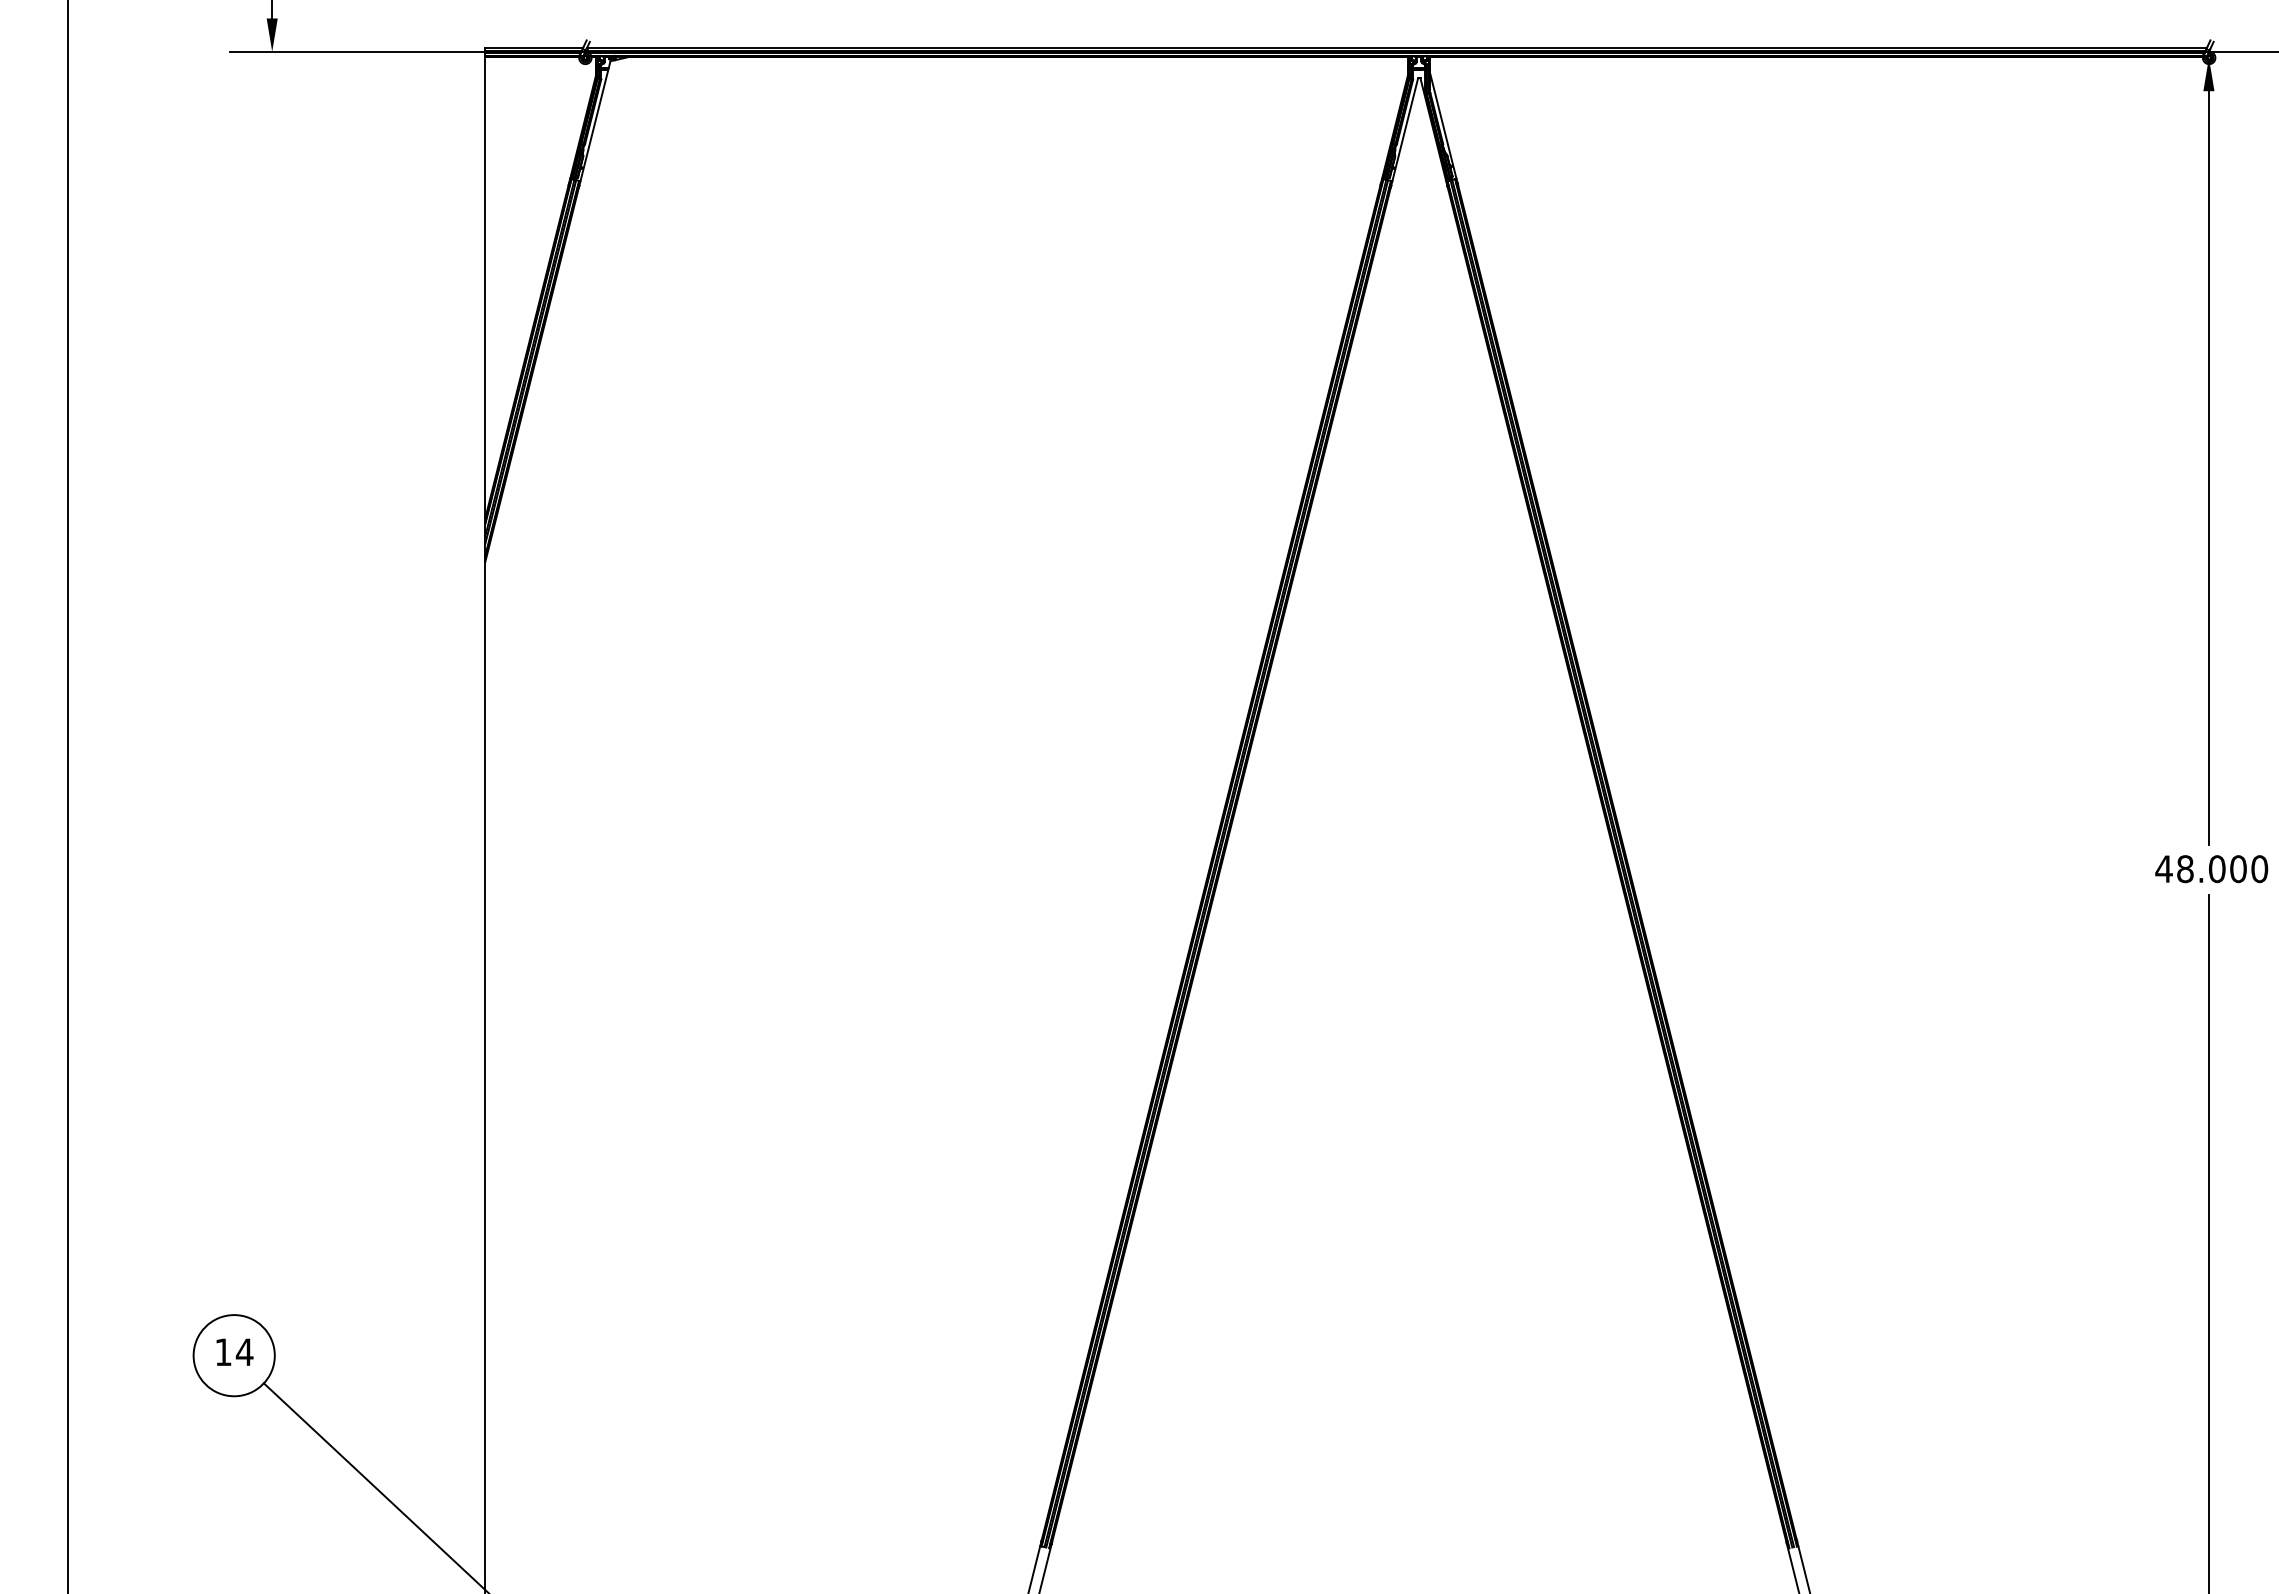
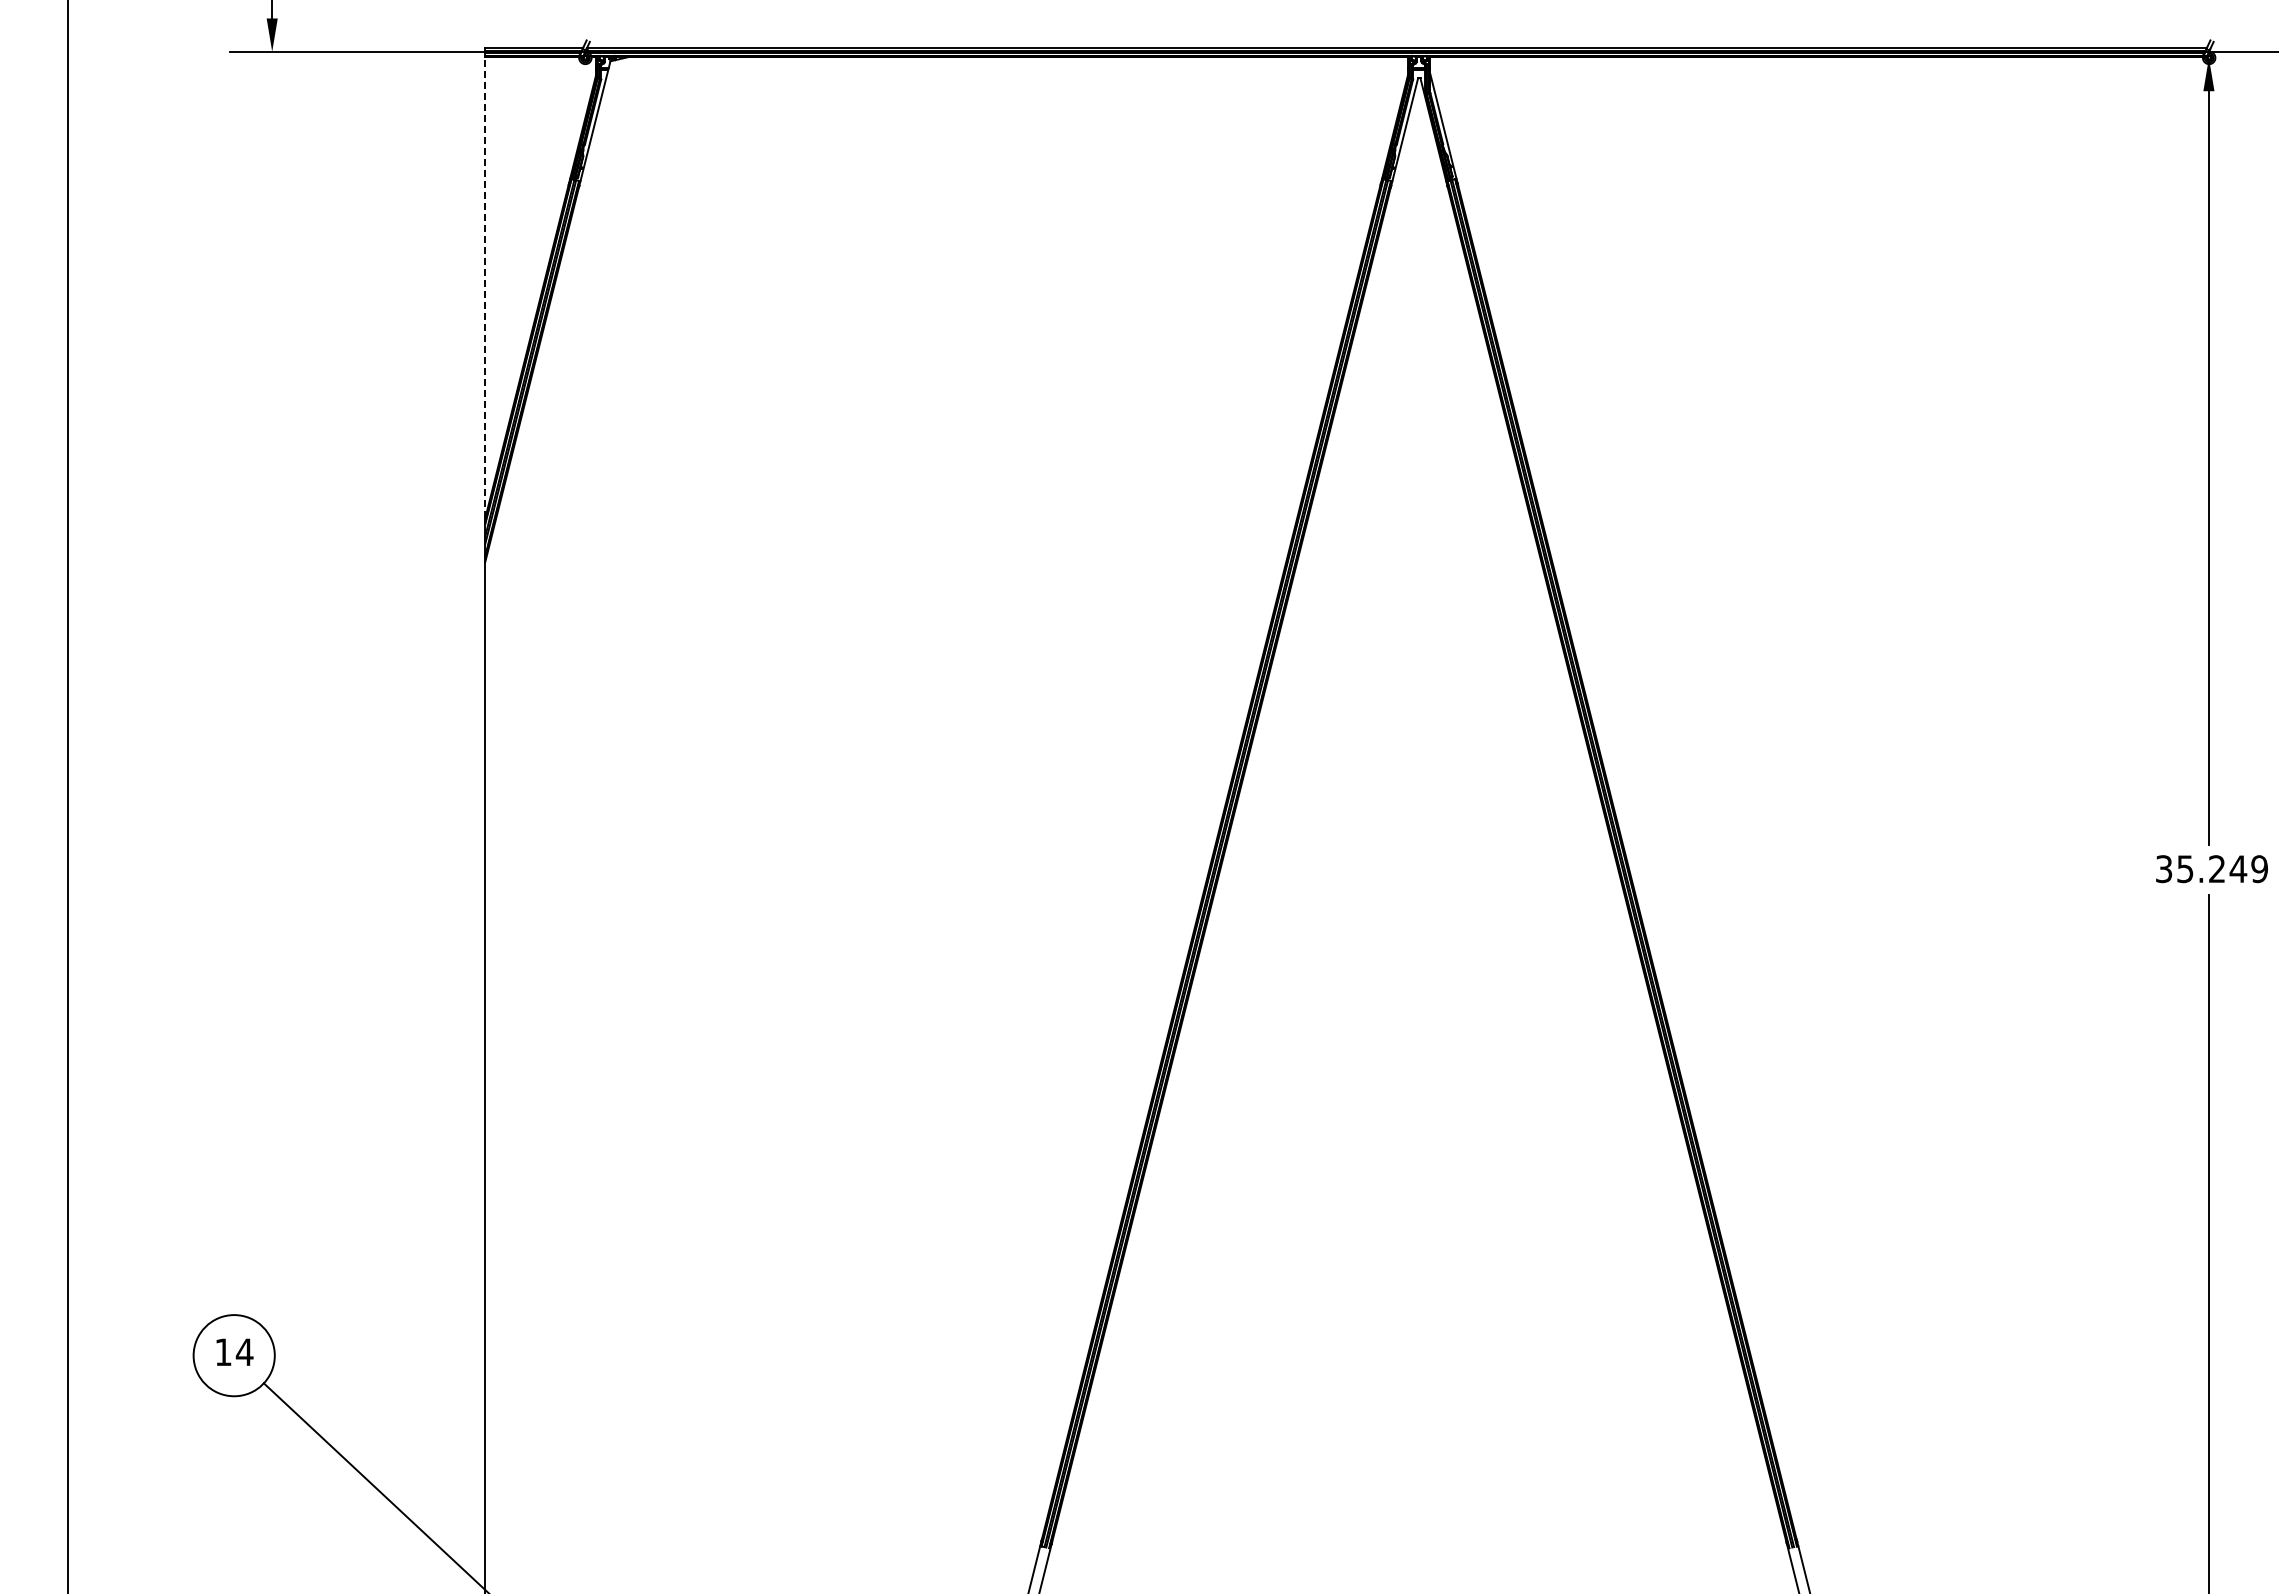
line at (485, 287): solid -> dashed
text at (2211, 869): 48.000 -> 35.249
